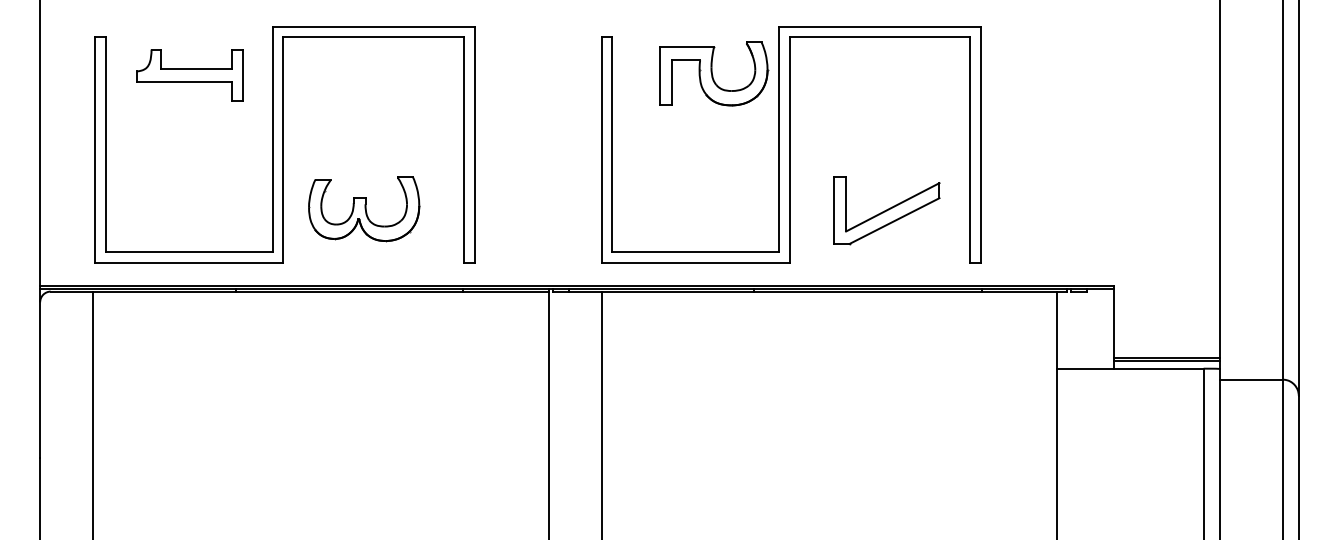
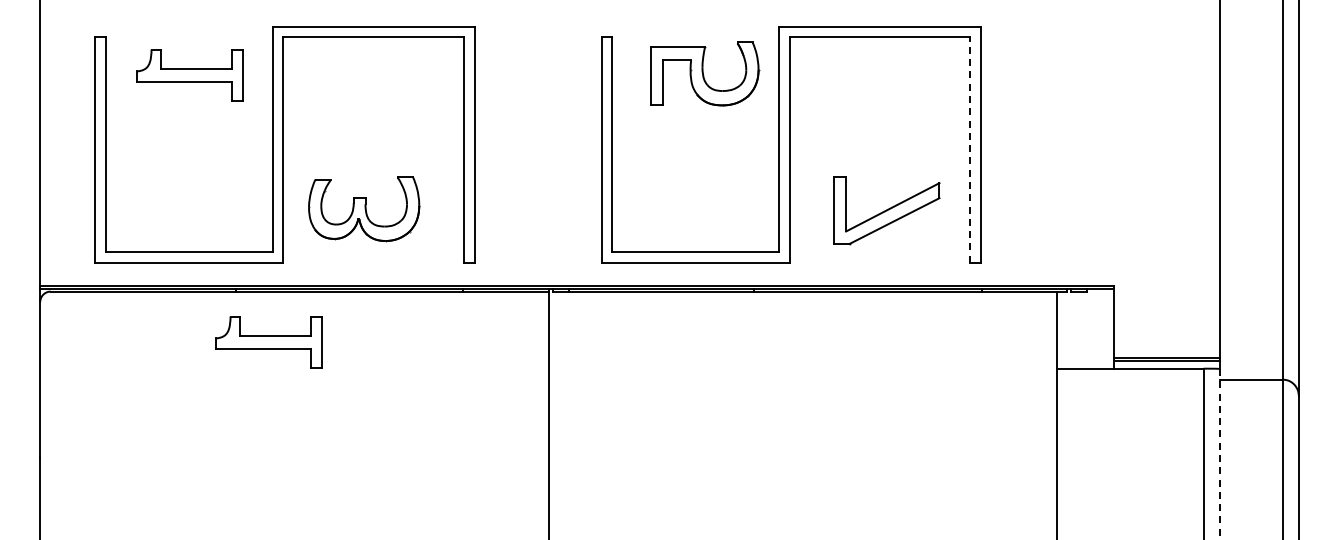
part at (714, 73) position: (714, 73) -> (705, 73)
line at (970, 150): solid -> dashed
part at (268, 342): none -> present
line at (93, 413): present -> none
line at (601, 413): present -> none
line at (1219, 454): solid -> dashed
